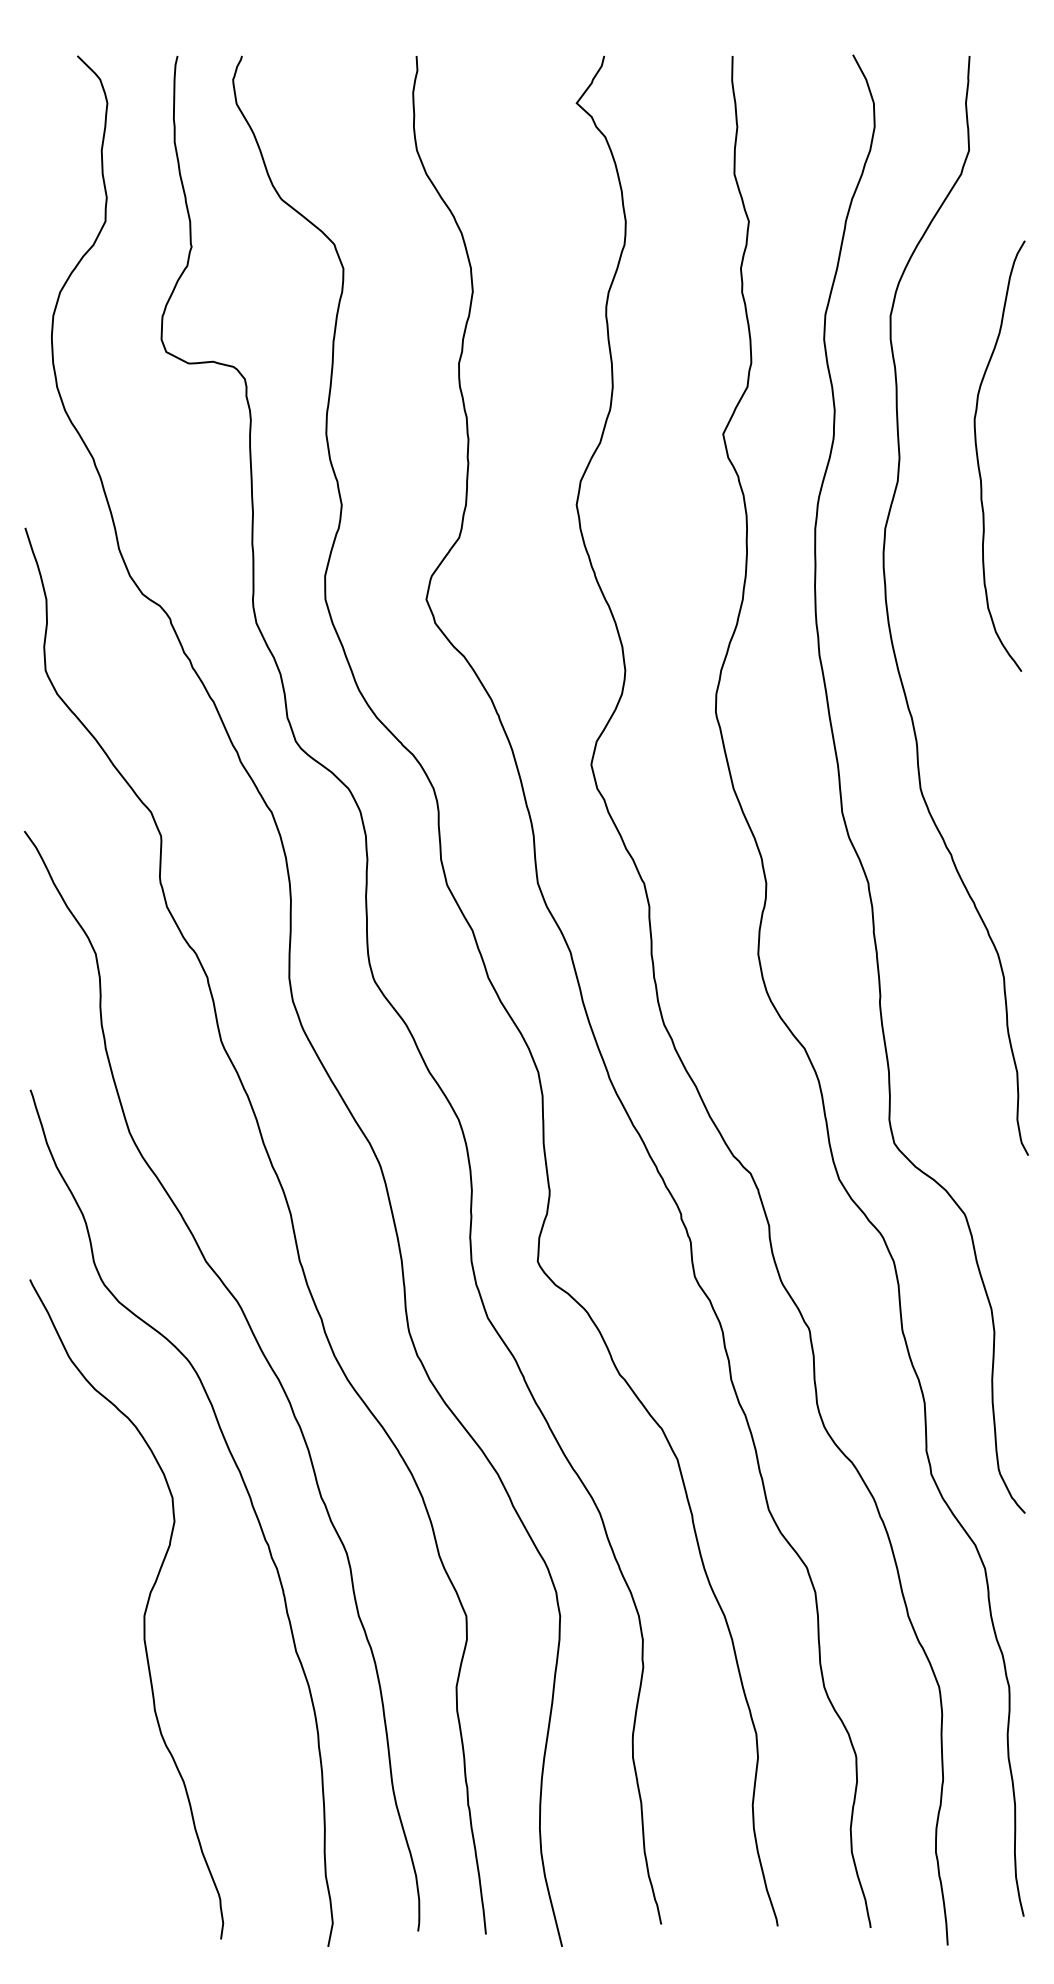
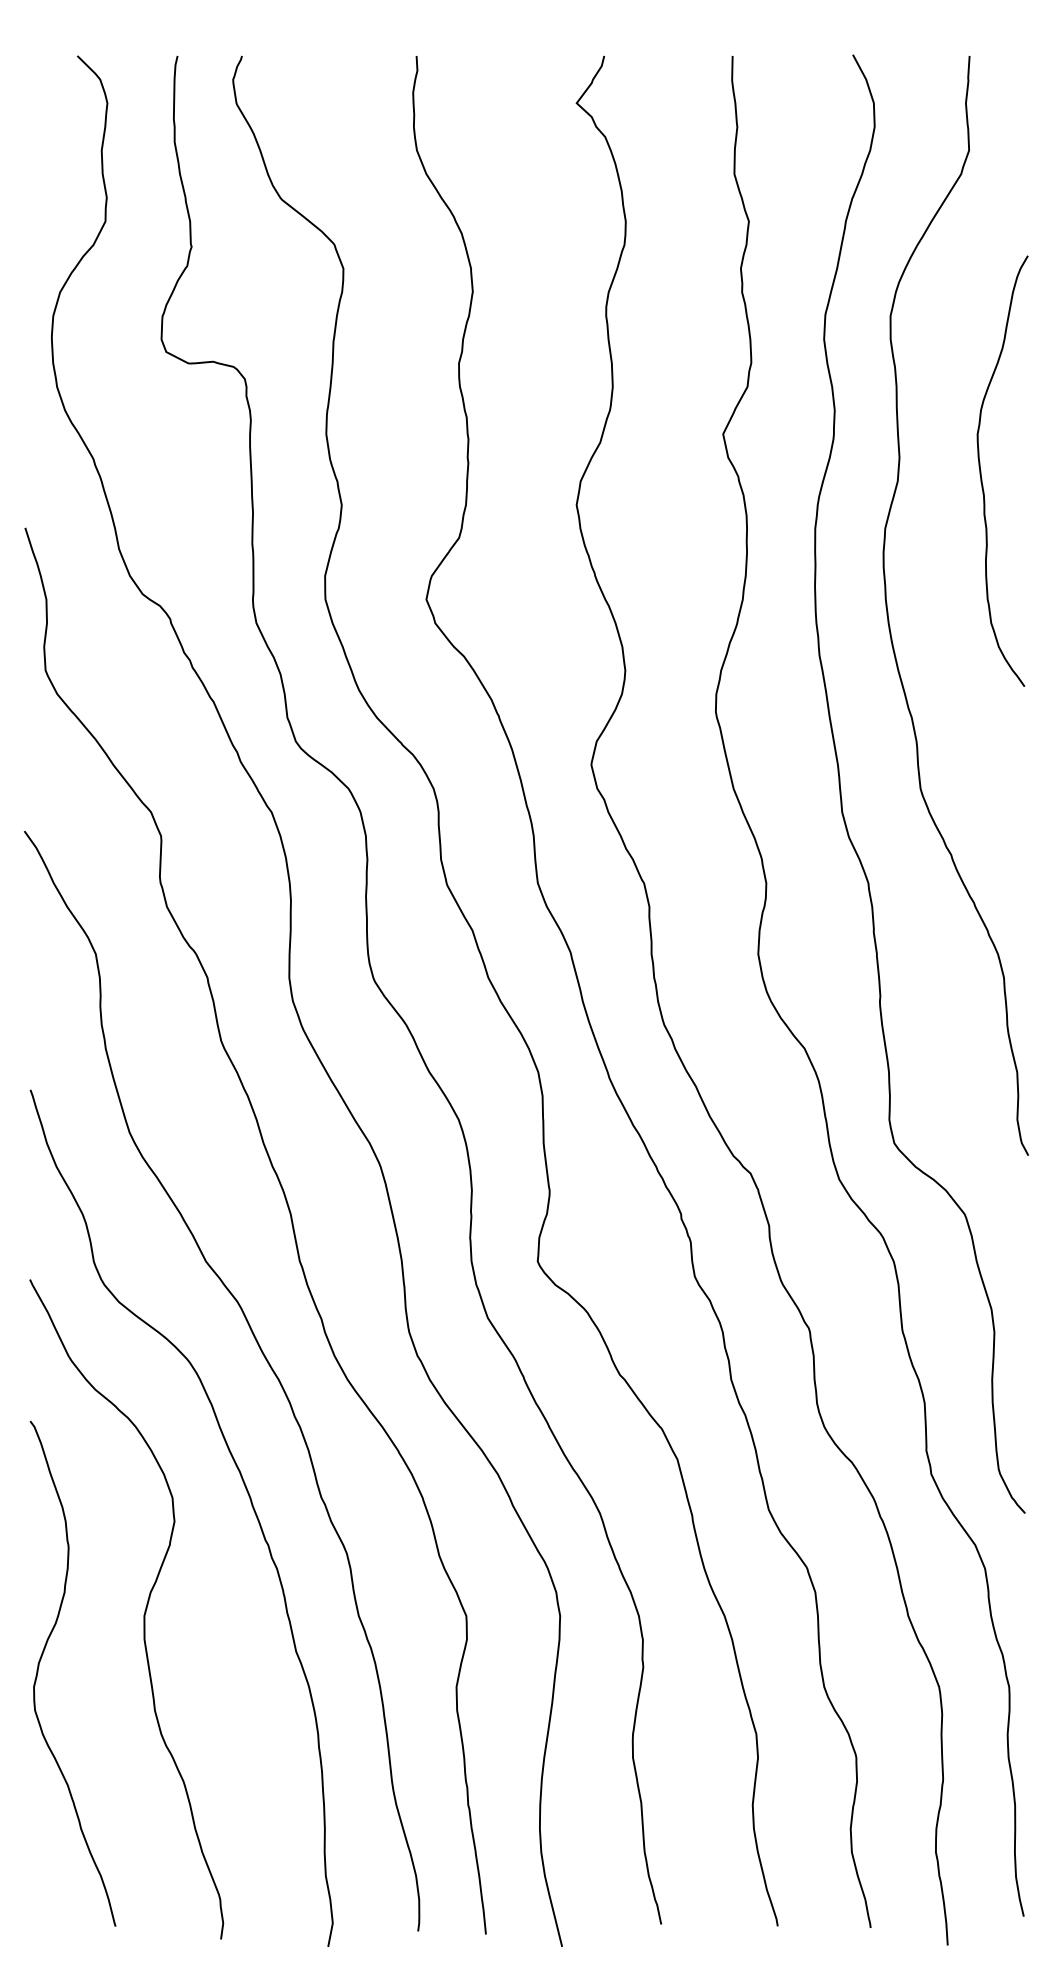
curve at (978, 455) position: (978, 455) -> (981, 470)
curve at (39, 1667): none -> present
